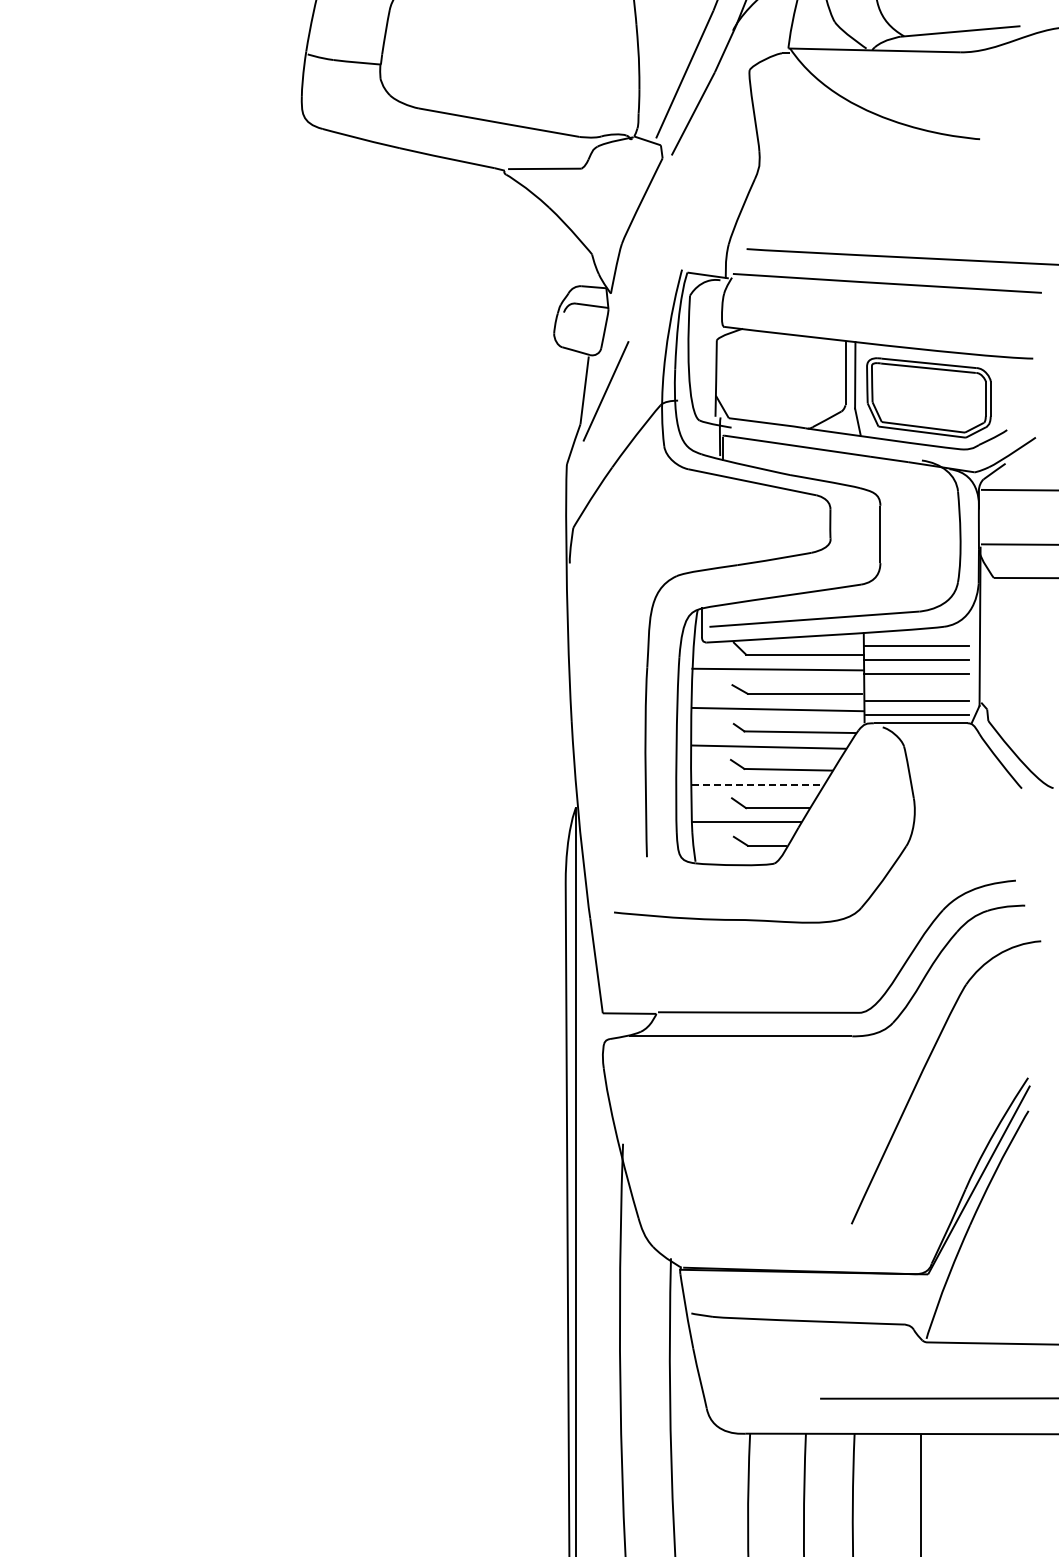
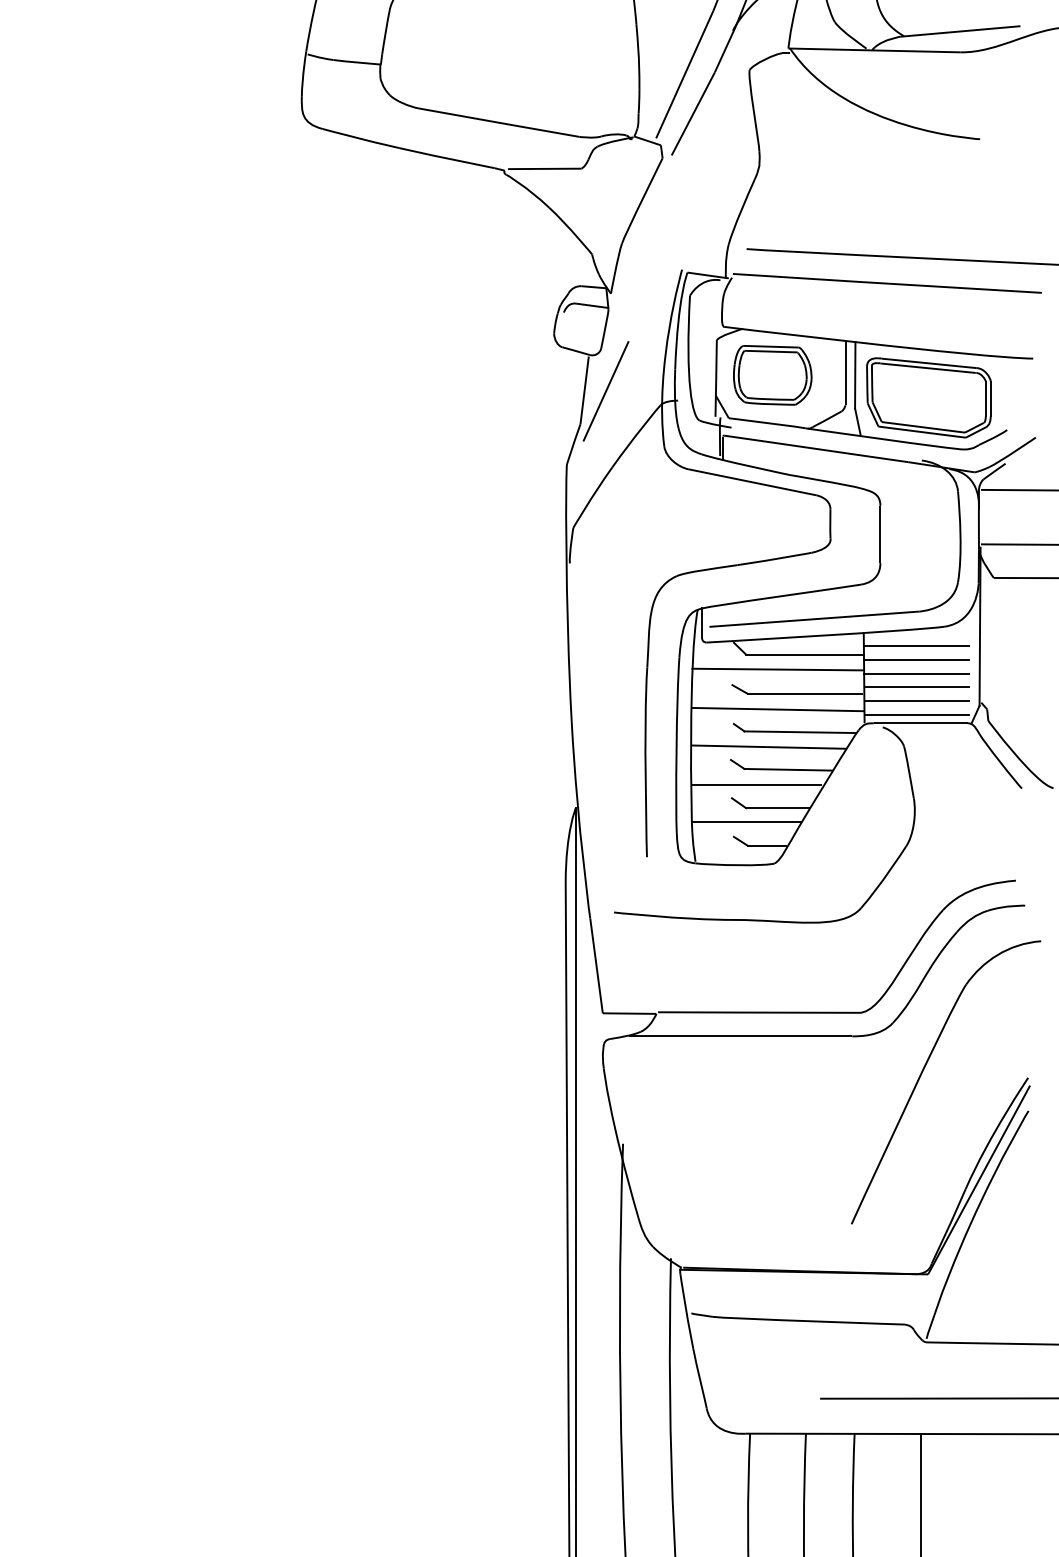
part at (772, 375): none -> present
line at (916, 687): none -> present
line at (757, 784): dashed -> solid
